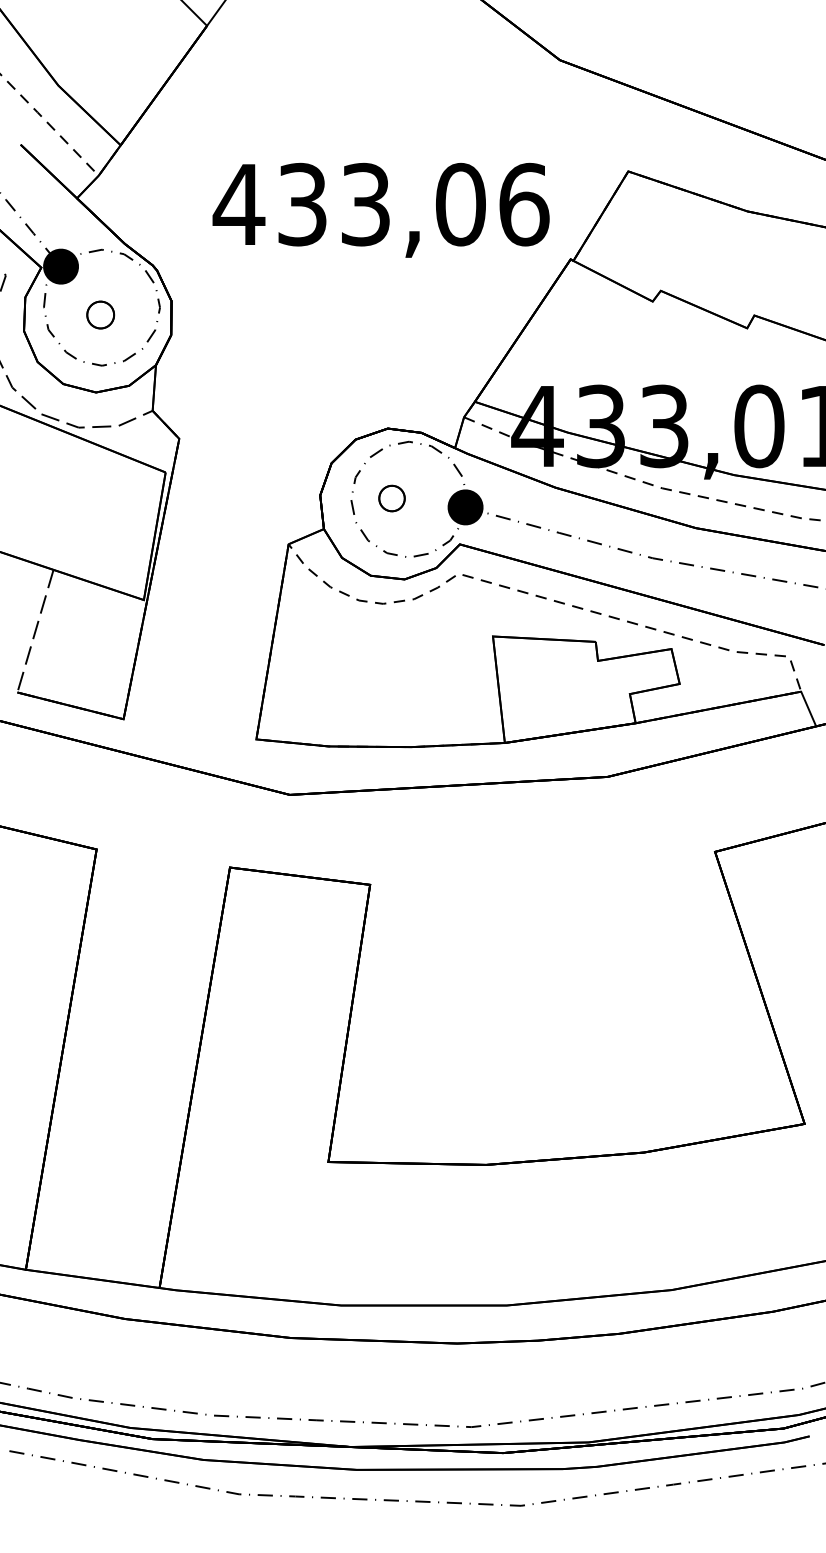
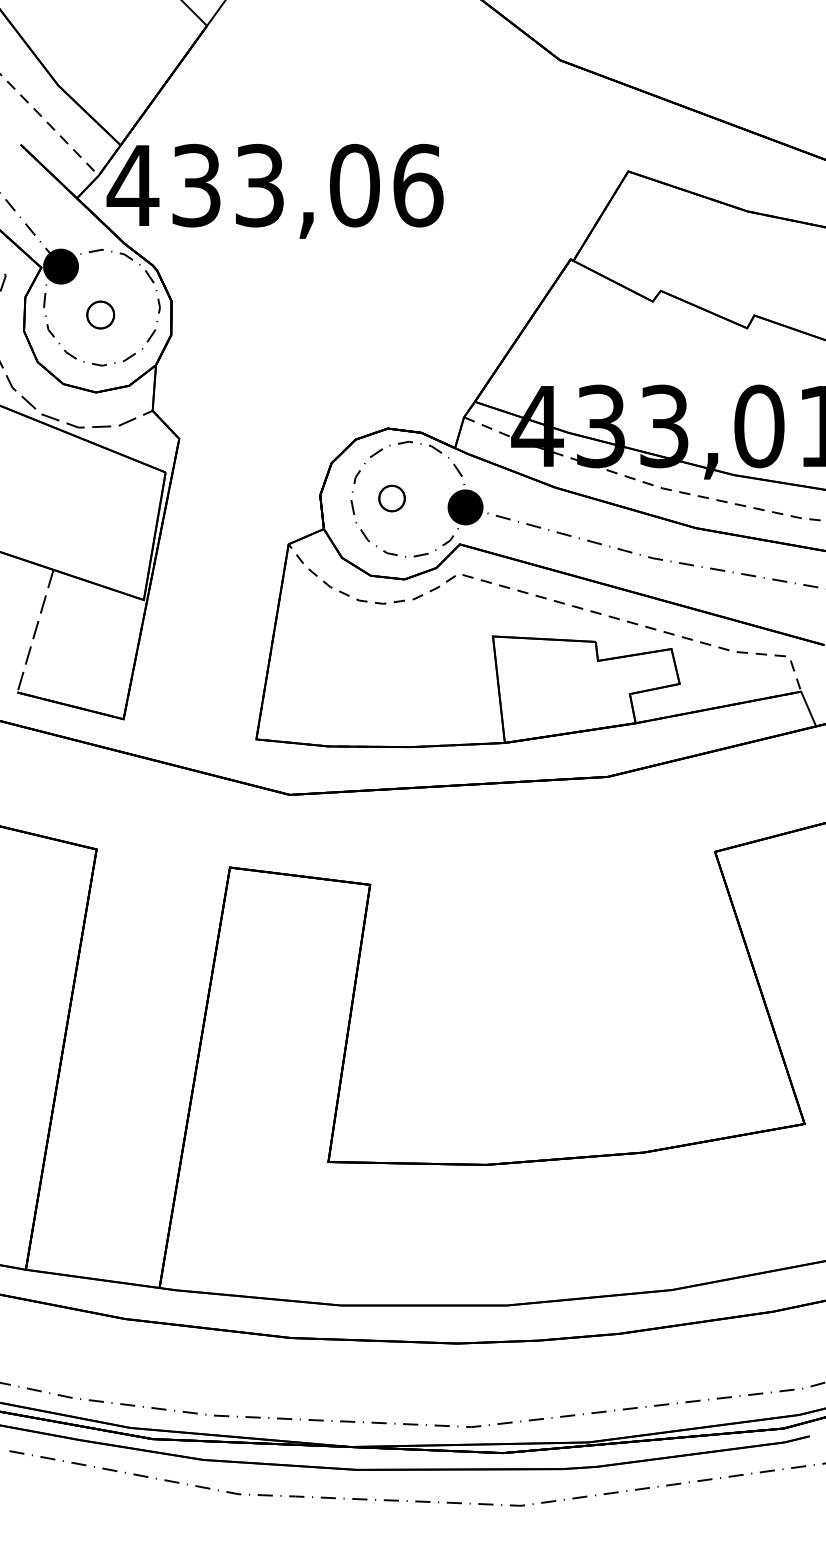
text at (380, 209) position: (380, 209) -> (274, 190)
